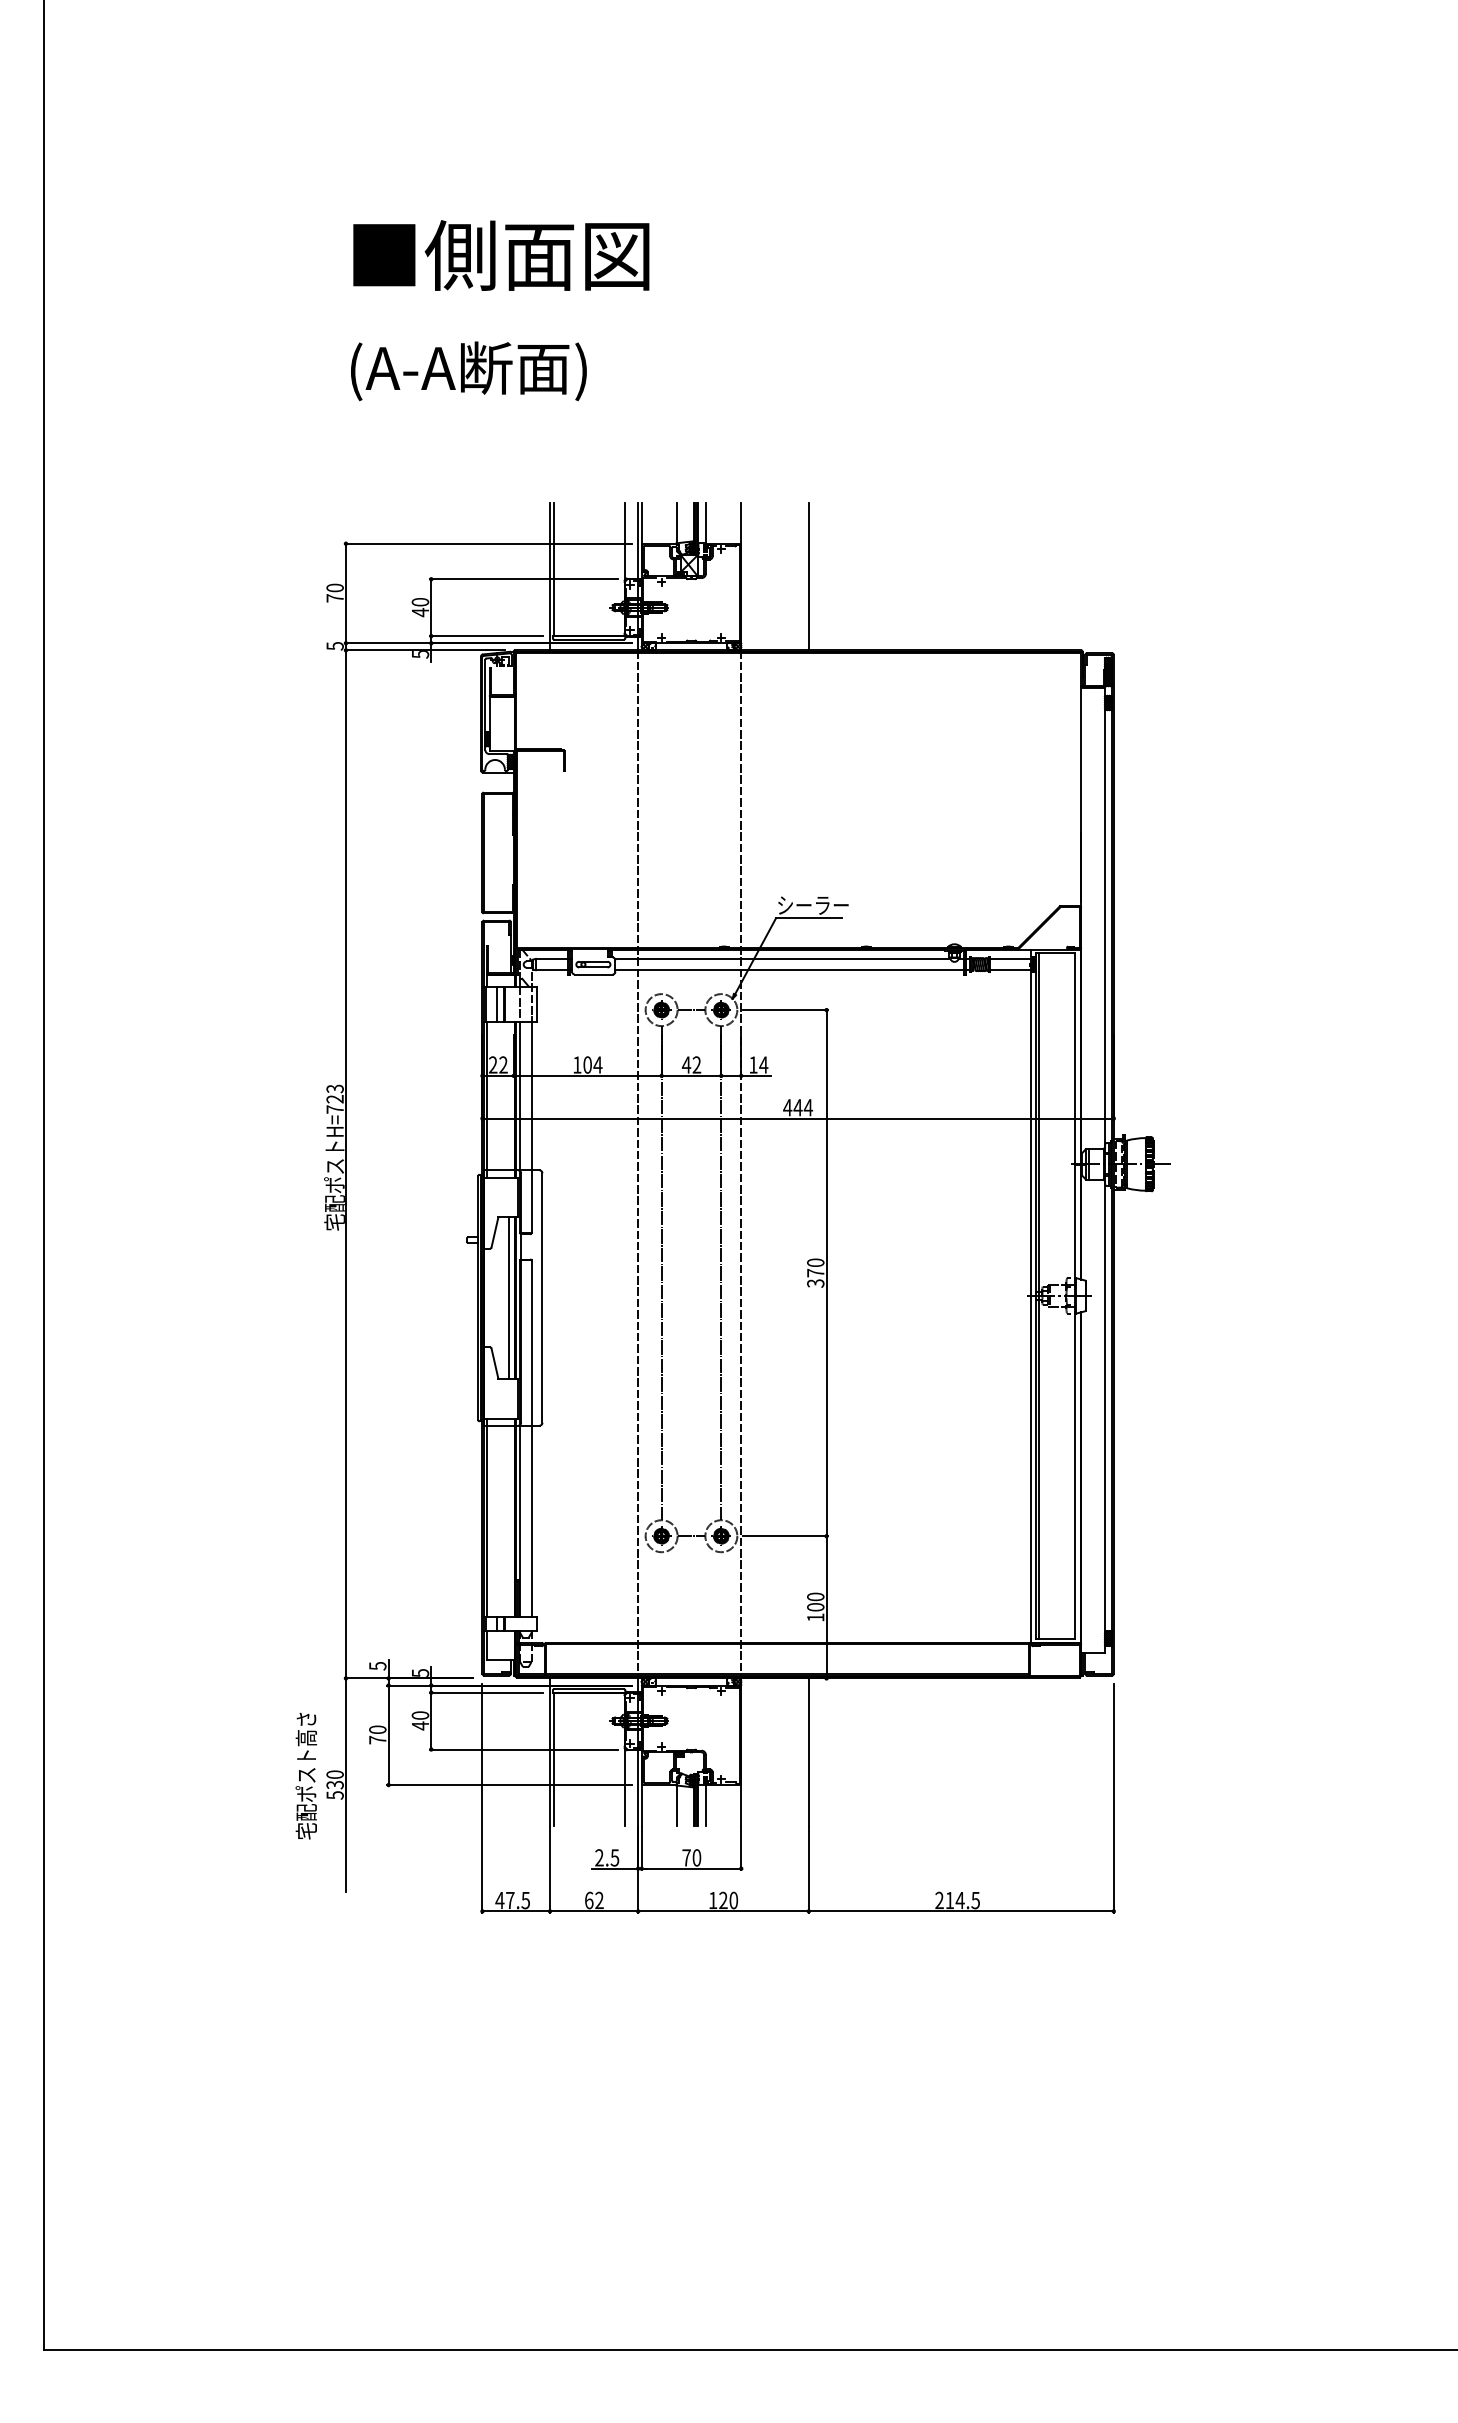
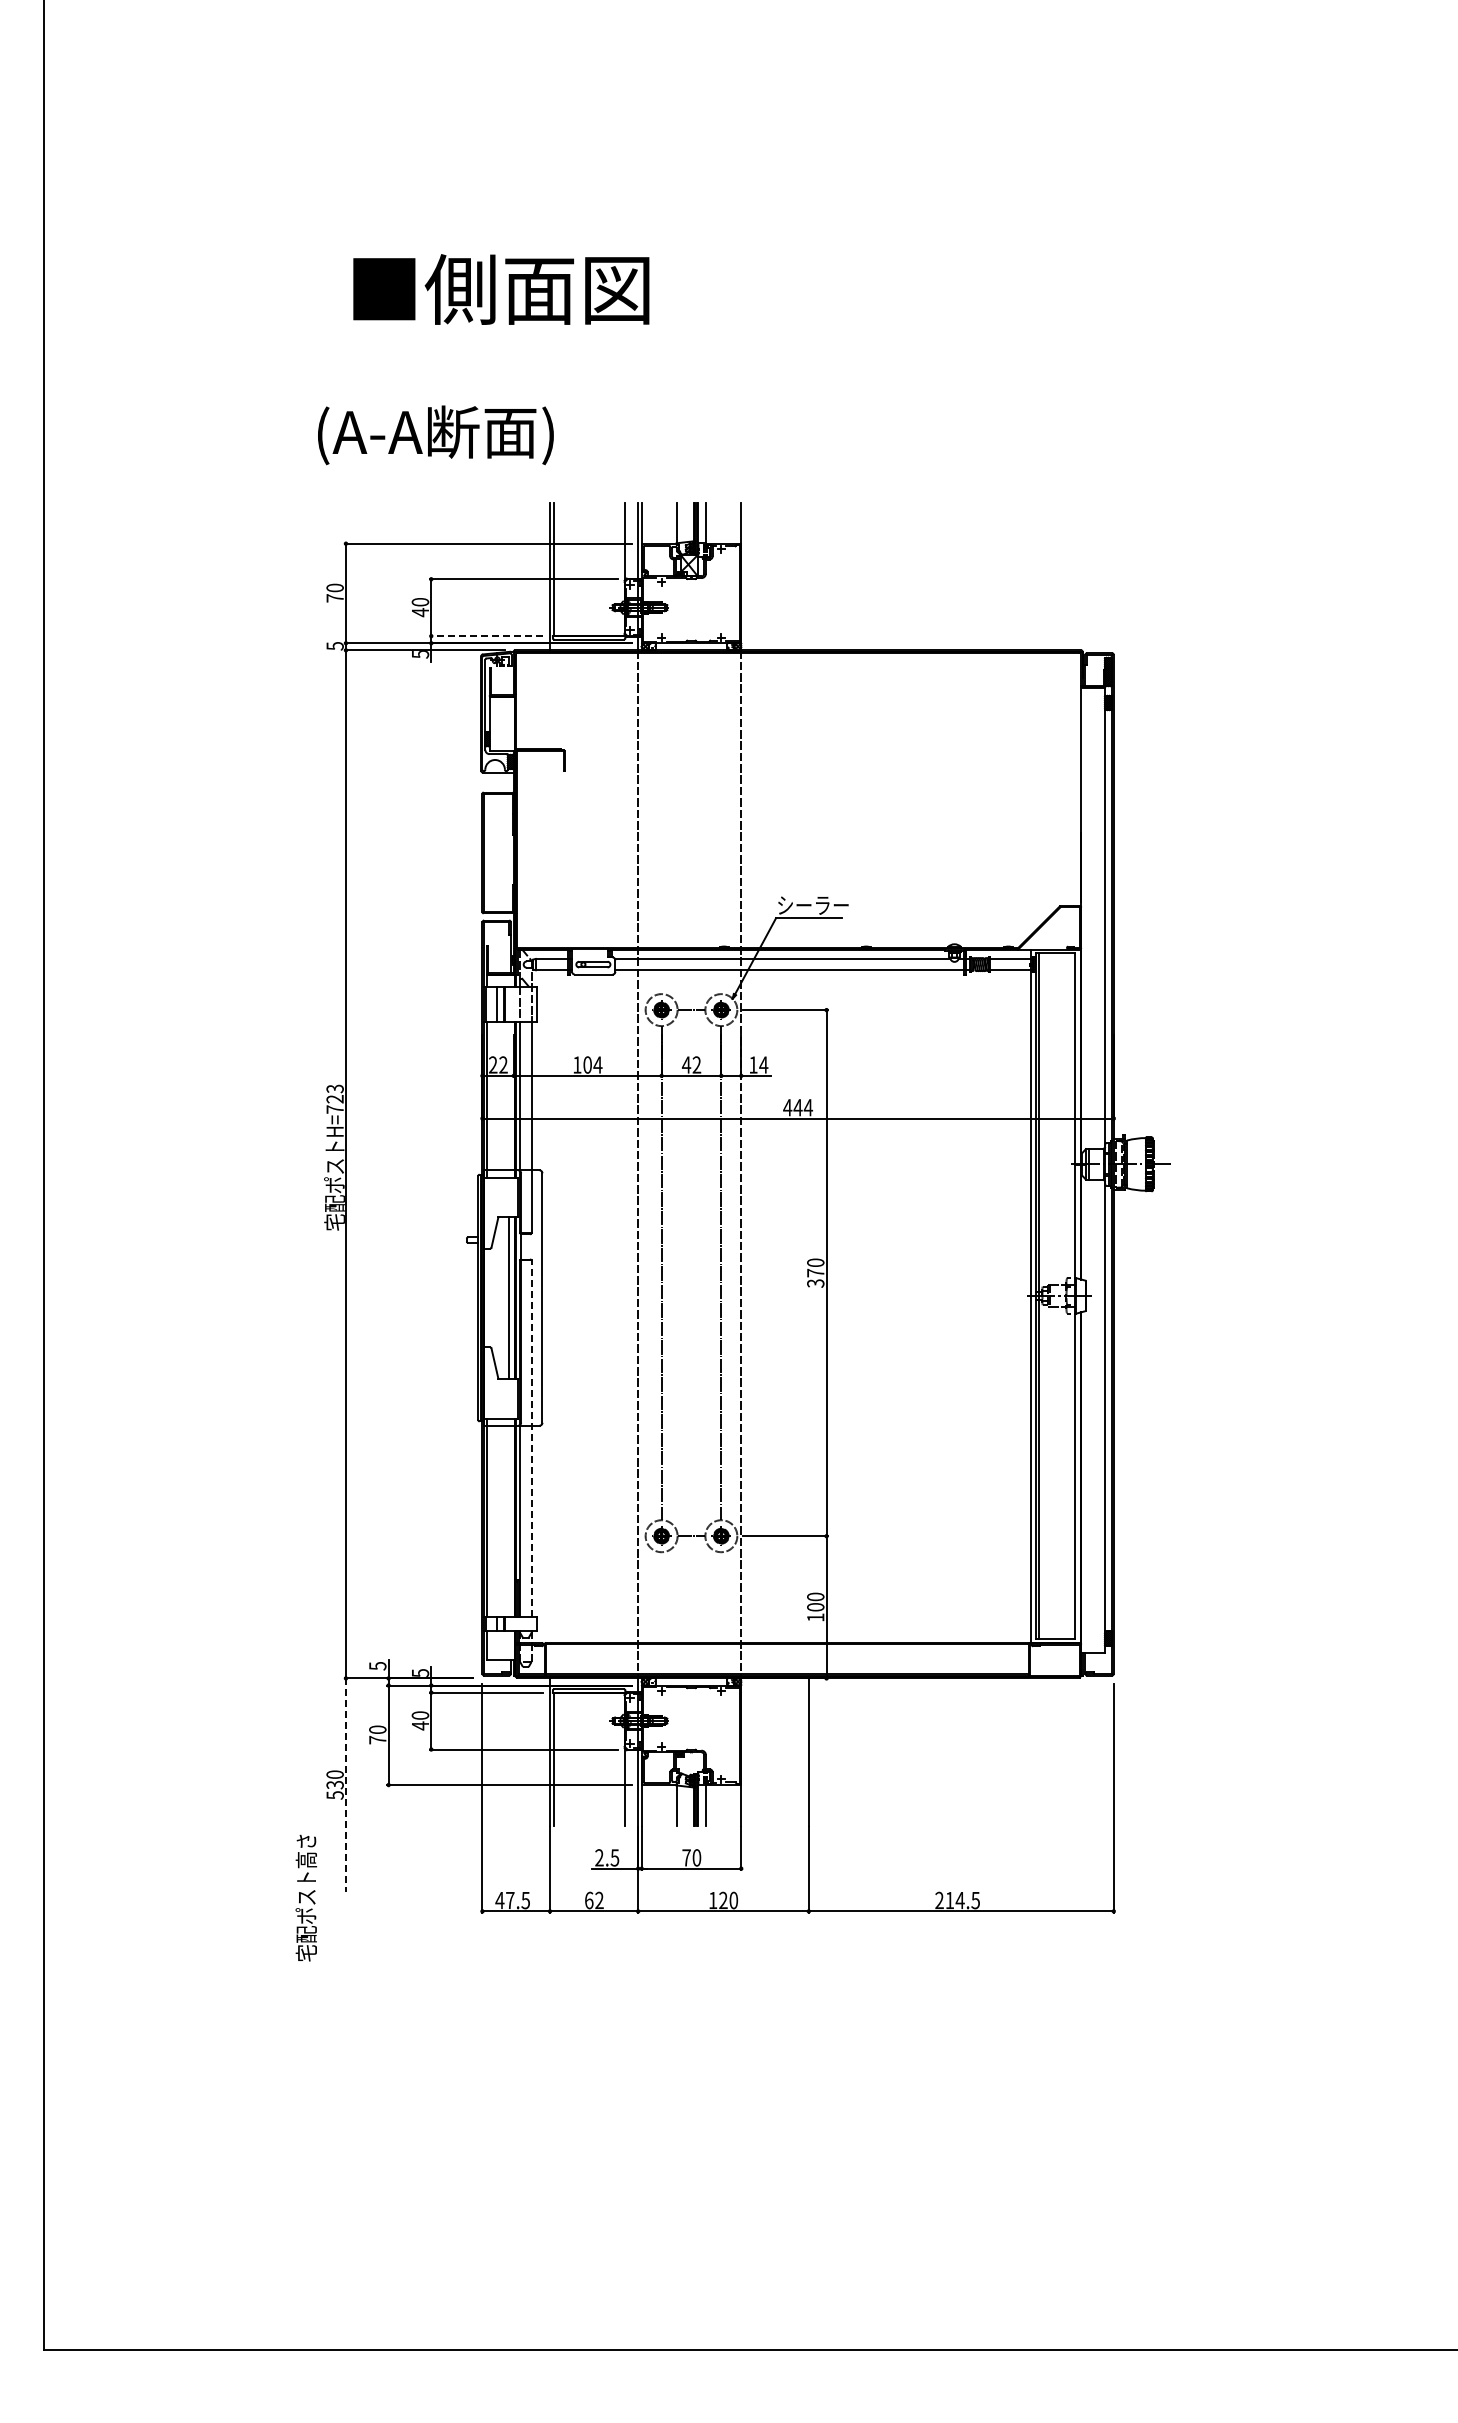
text at (501, 255) position: (501, 255) -> (501, 289)
text at (468, 371) position: (468, 371) -> (435, 435)
line at (808, 576): present -> none
line at (486, 636): solid -> dashed
line at (531, 1437): solid -> dashed
text at (305, 1775) position: (305, 1775) -> (305, 1897)
line at (345, 1785): solid -> dashed
